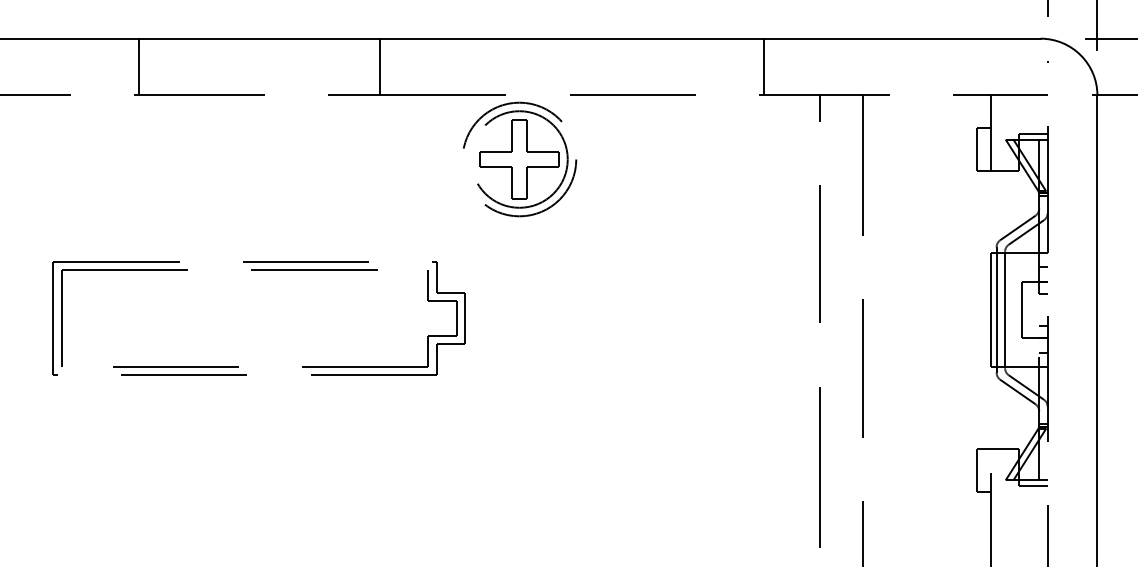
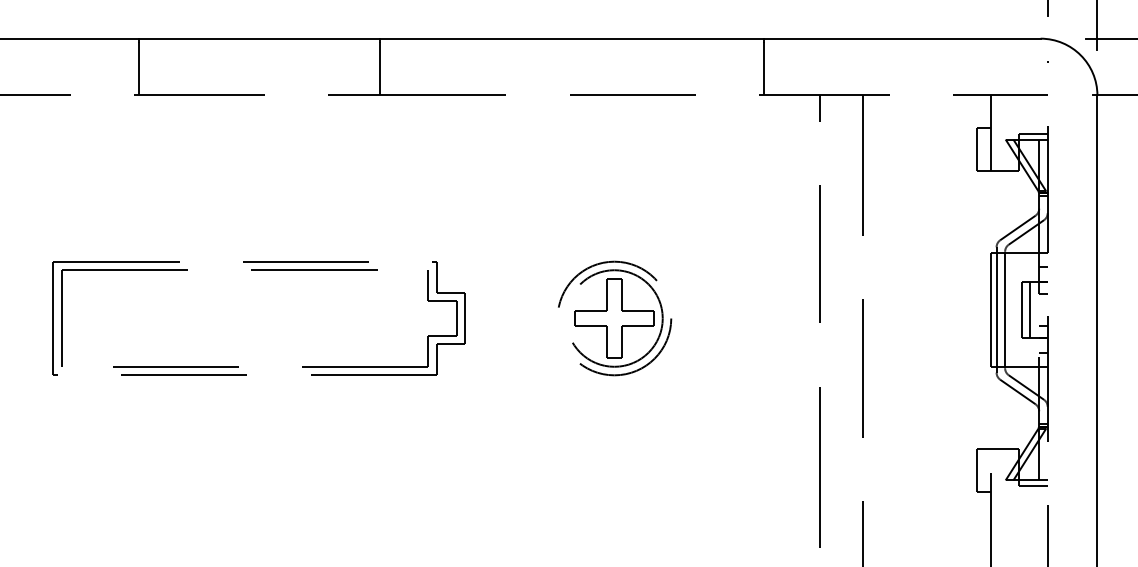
part at (520, 159) position: (520, 159) -> (615, 318)
line at (1029, 309): none -> present
